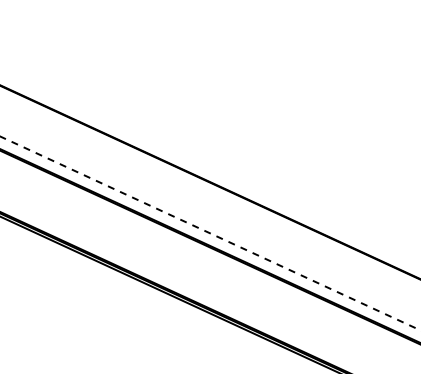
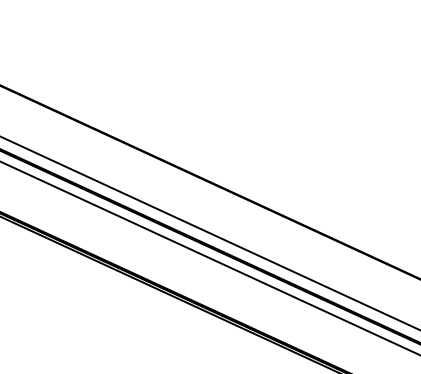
line at (211, 233): dashed -> solid
line at (209, 257): none -> present
